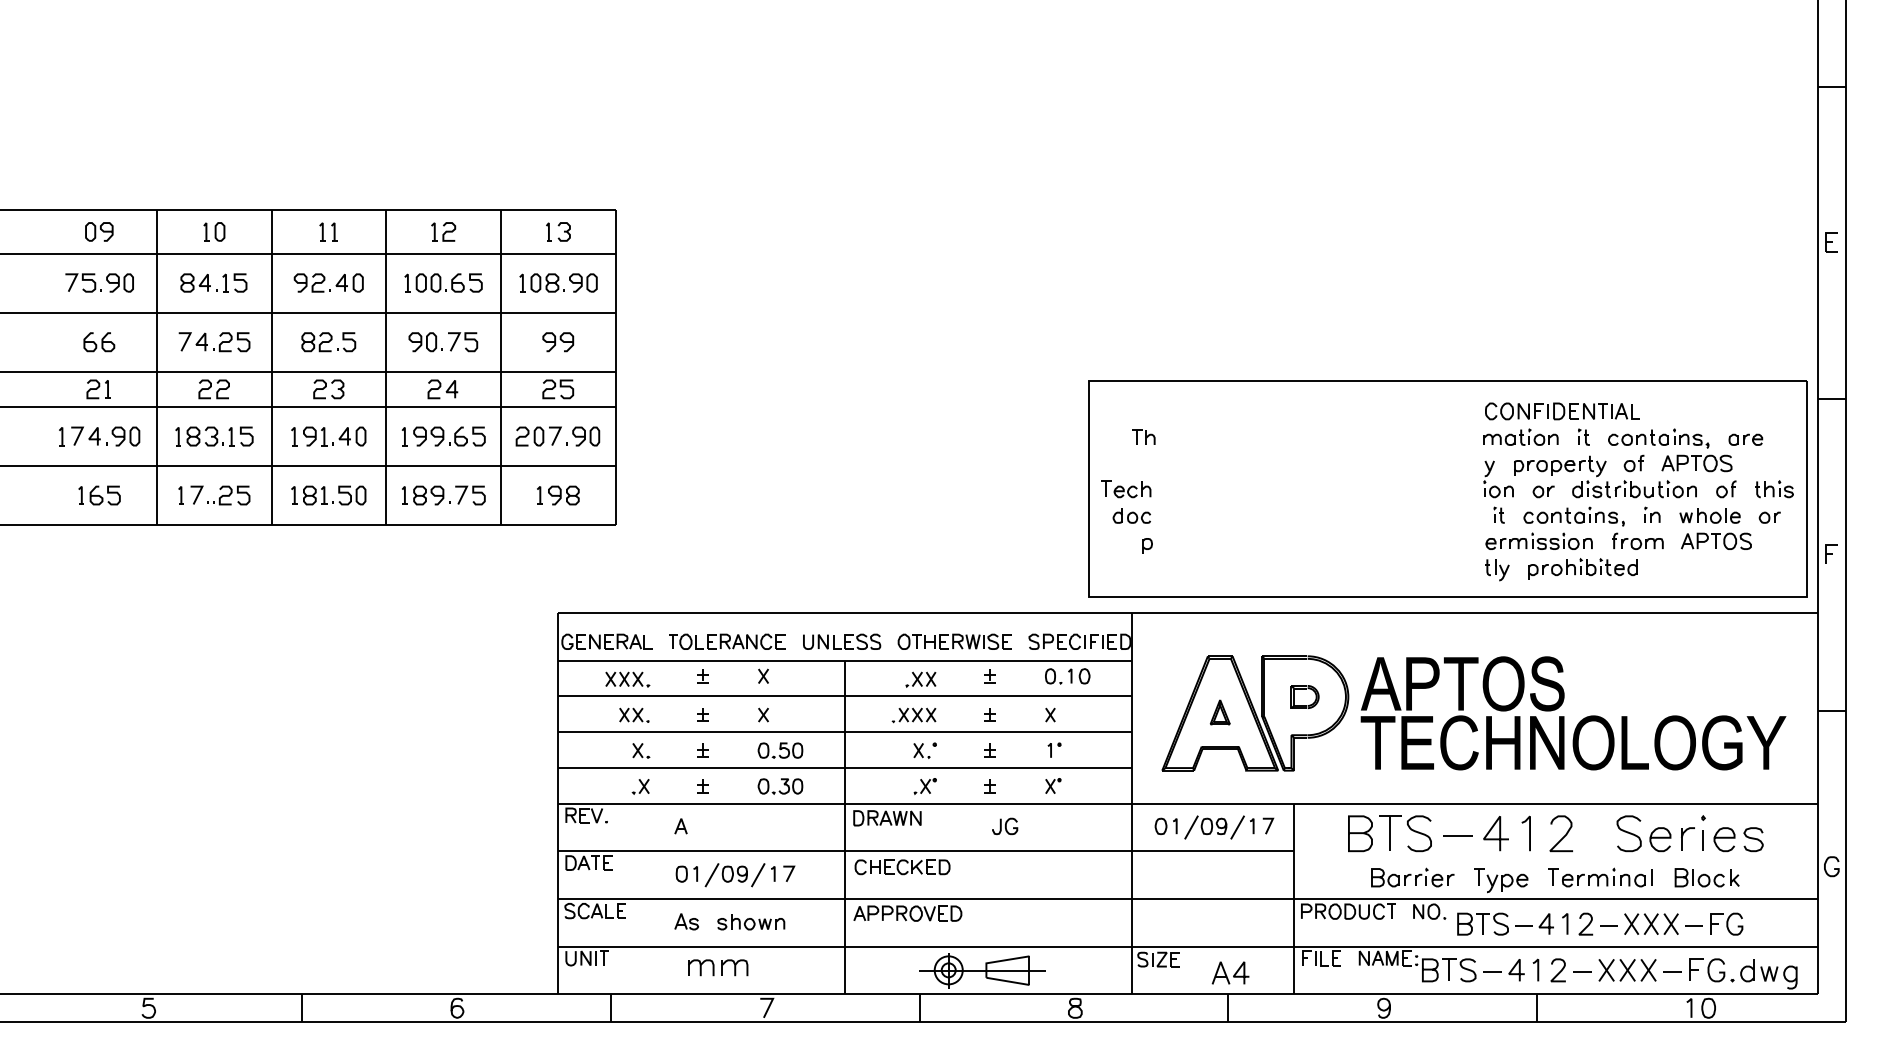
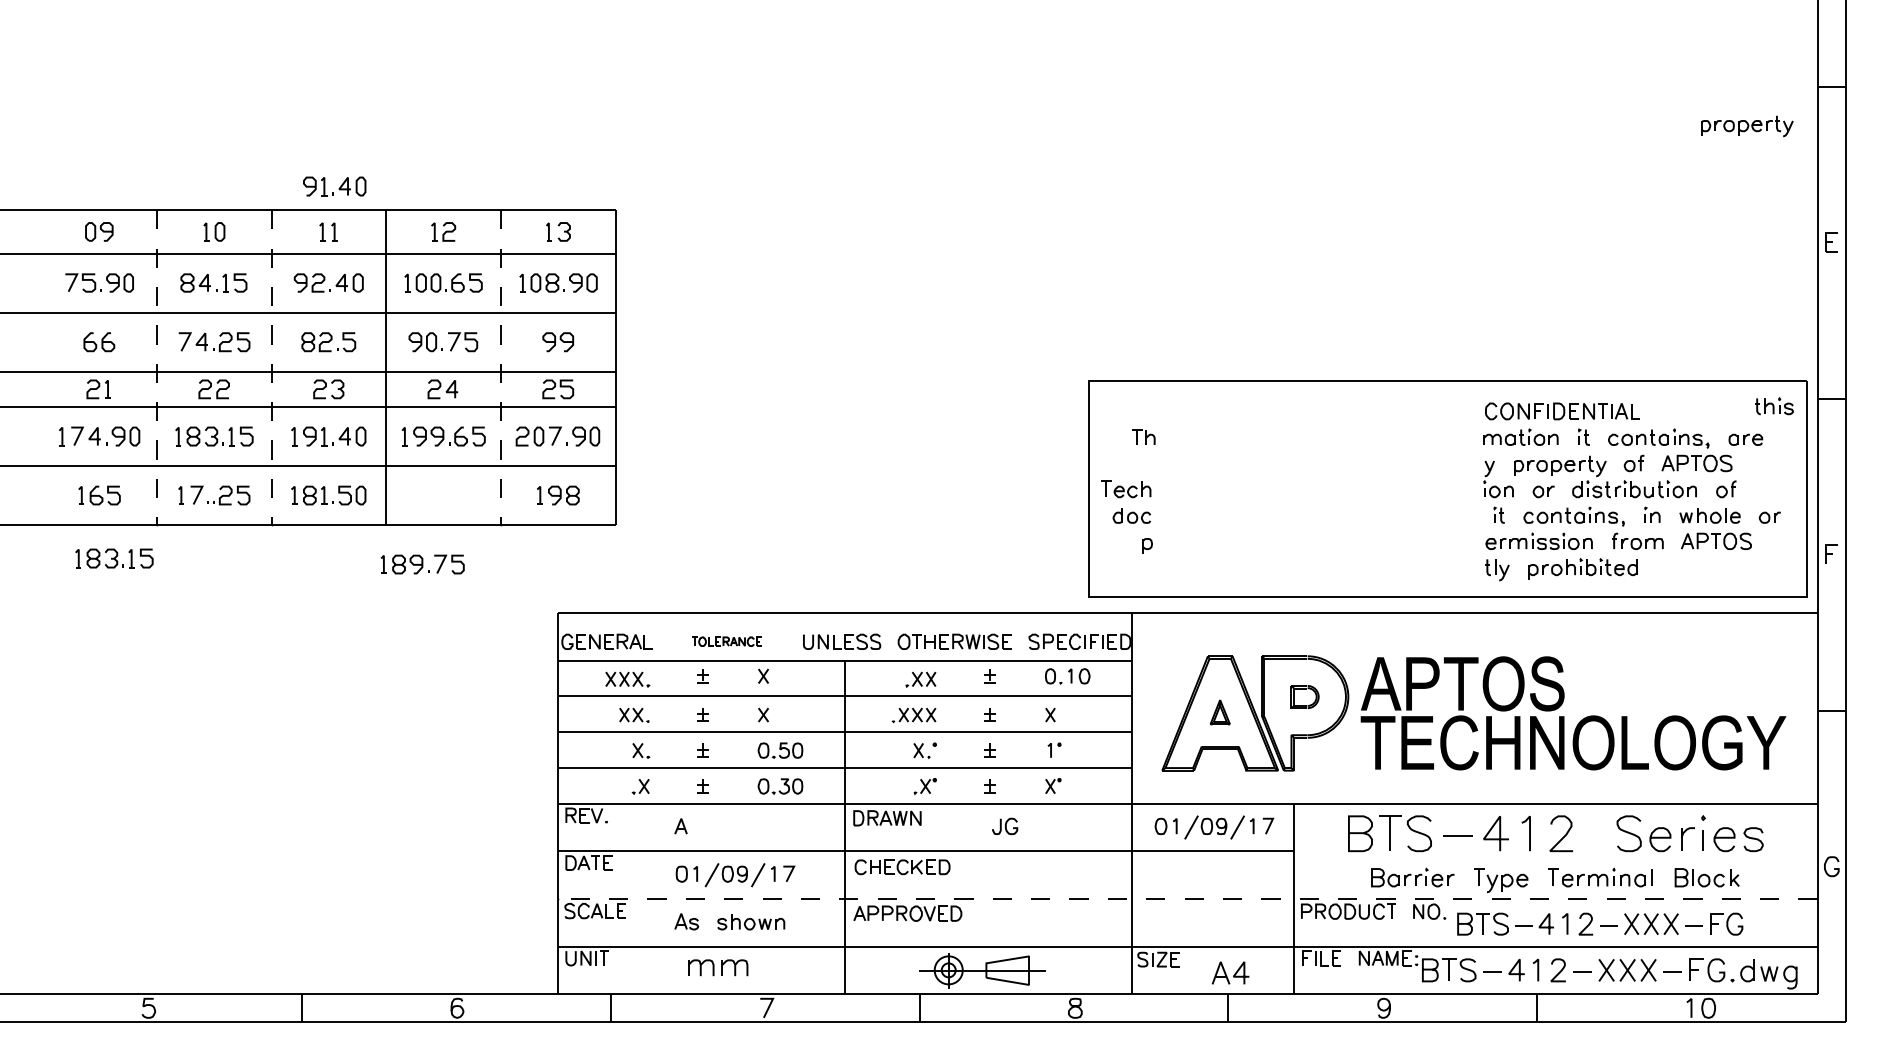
part at (1747, 126): none -> present
part at (334, 186): none -> present
line at (156, 368): solid -> dashed
line at (271, 368): solid -> dashed
line at (500, 368): solid -> dashed
part at (1774, 489) position: (1774, 489) -> (1774, 406)
part at (443, 495) position: (443, 495) -> (422, 564)
part at (114, 558): none -> present
part at (727, 641) size: 117x17 px -> 70x11 px
line at (1187, 898): solid -> dashed
